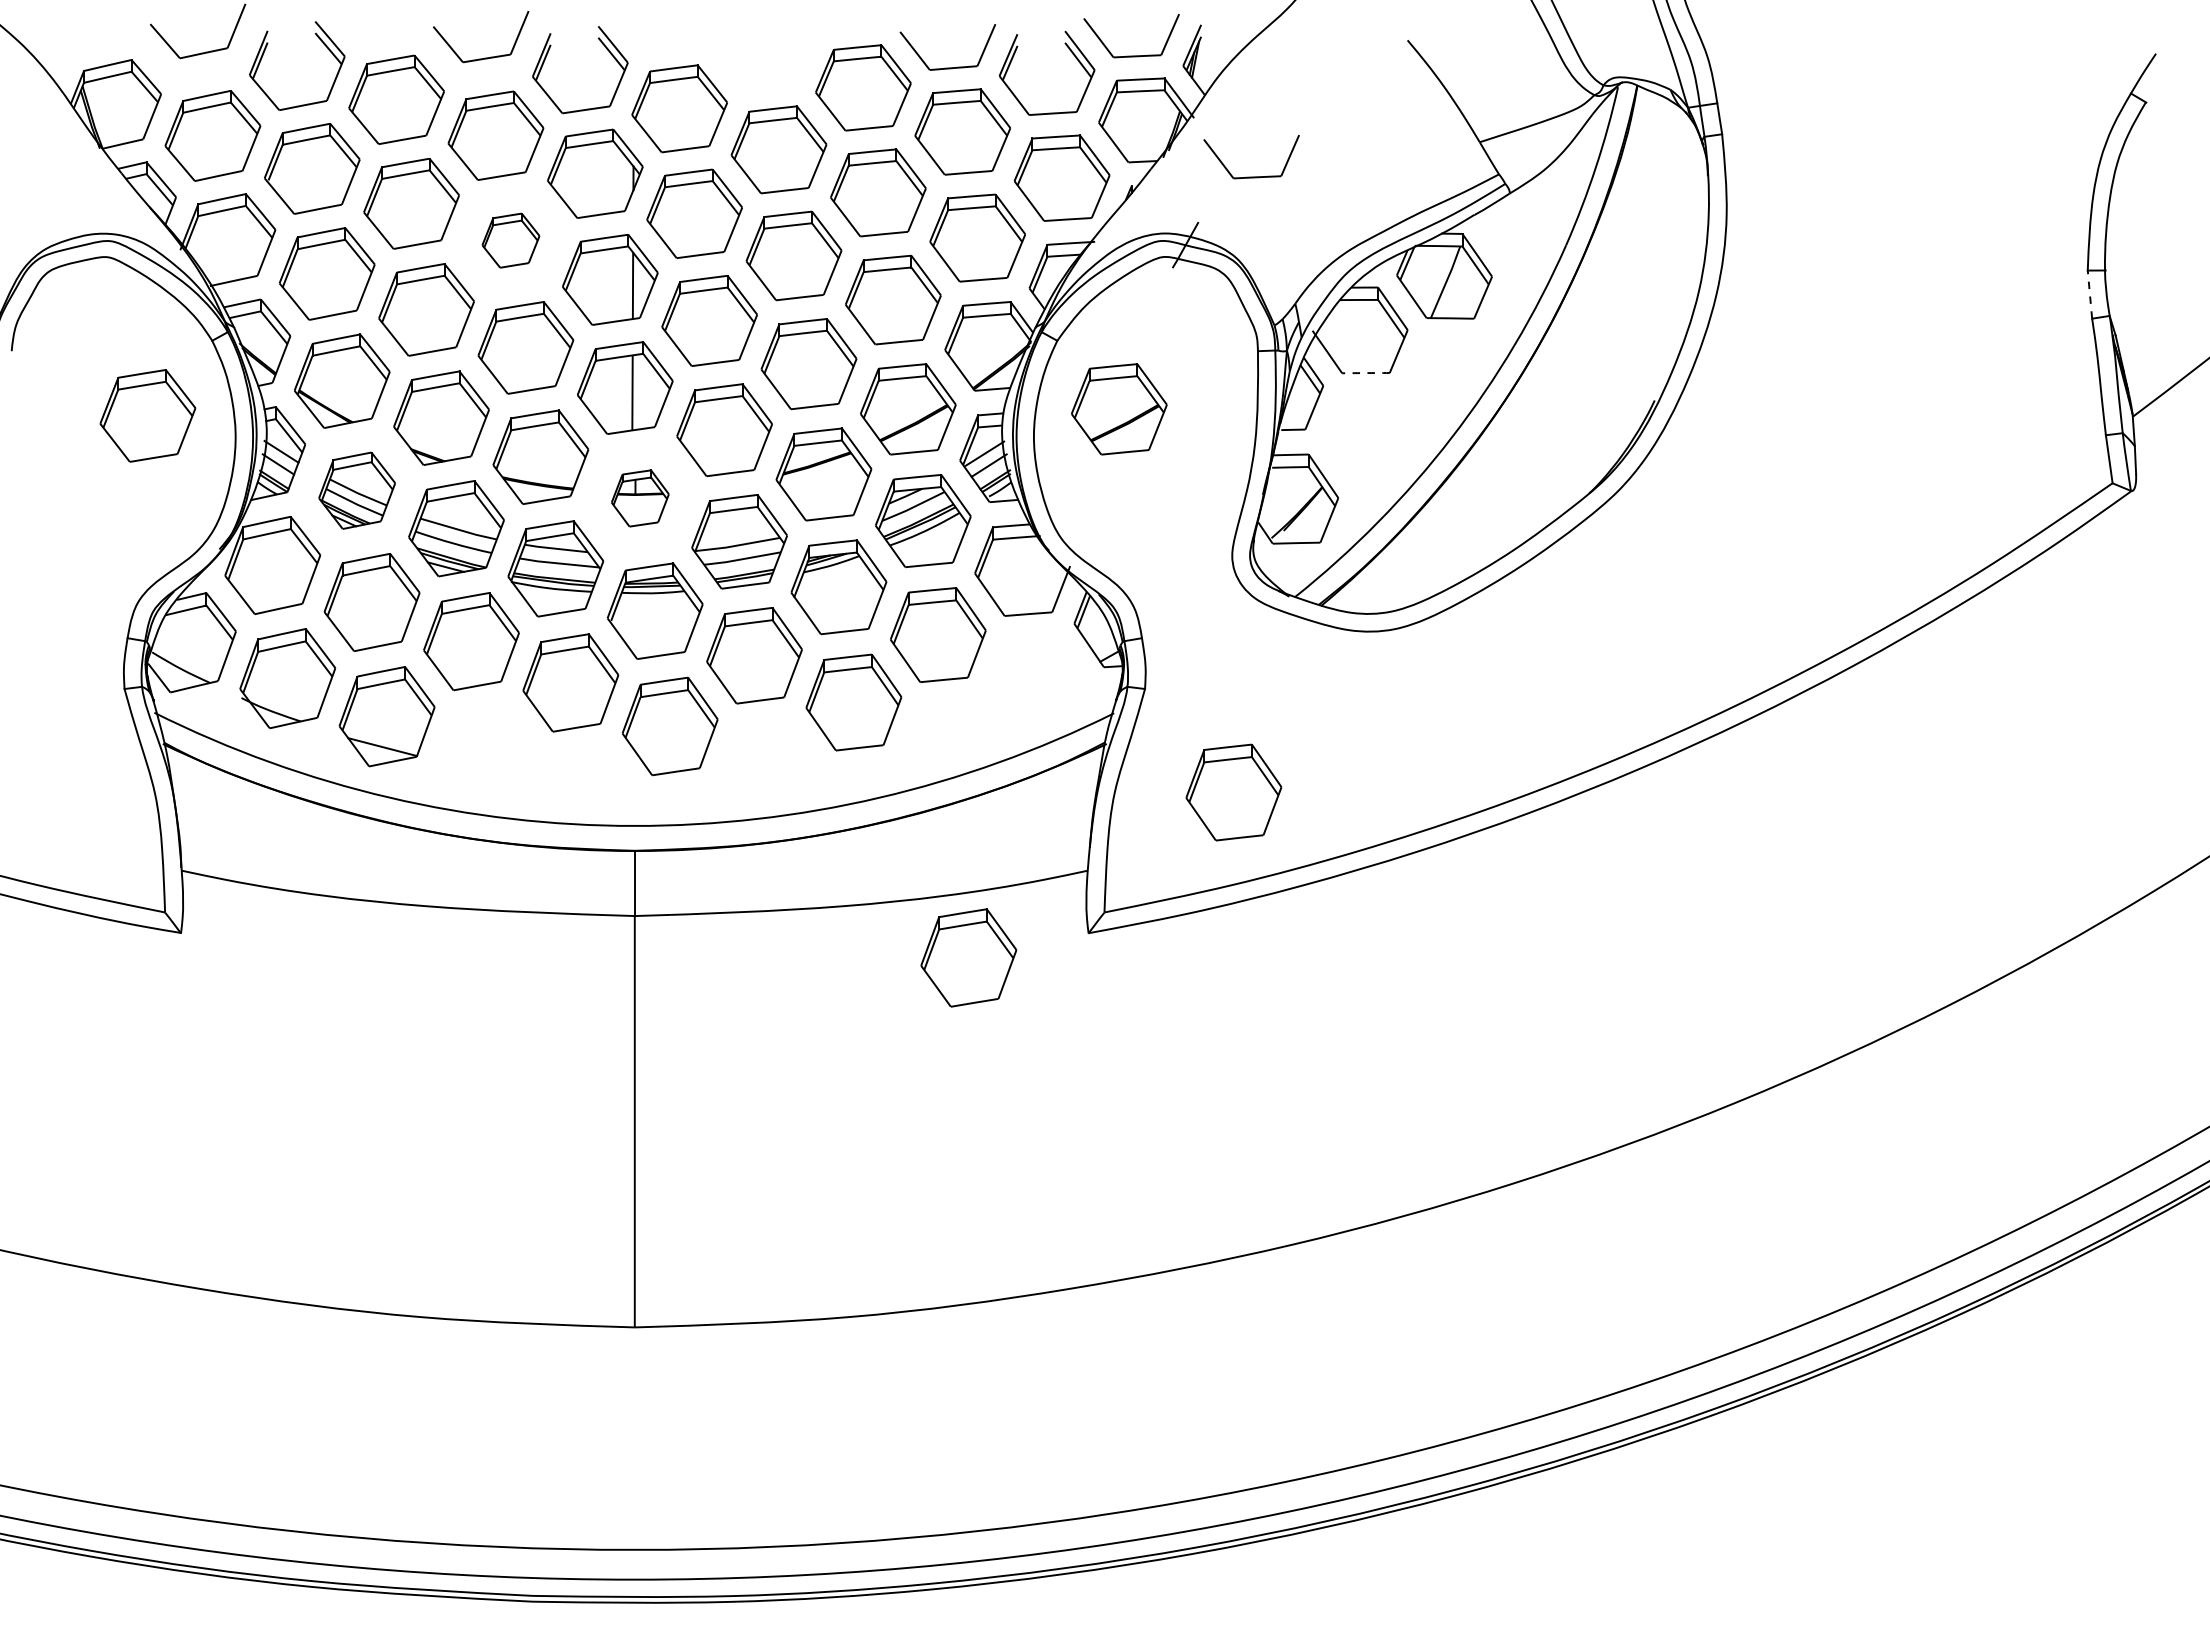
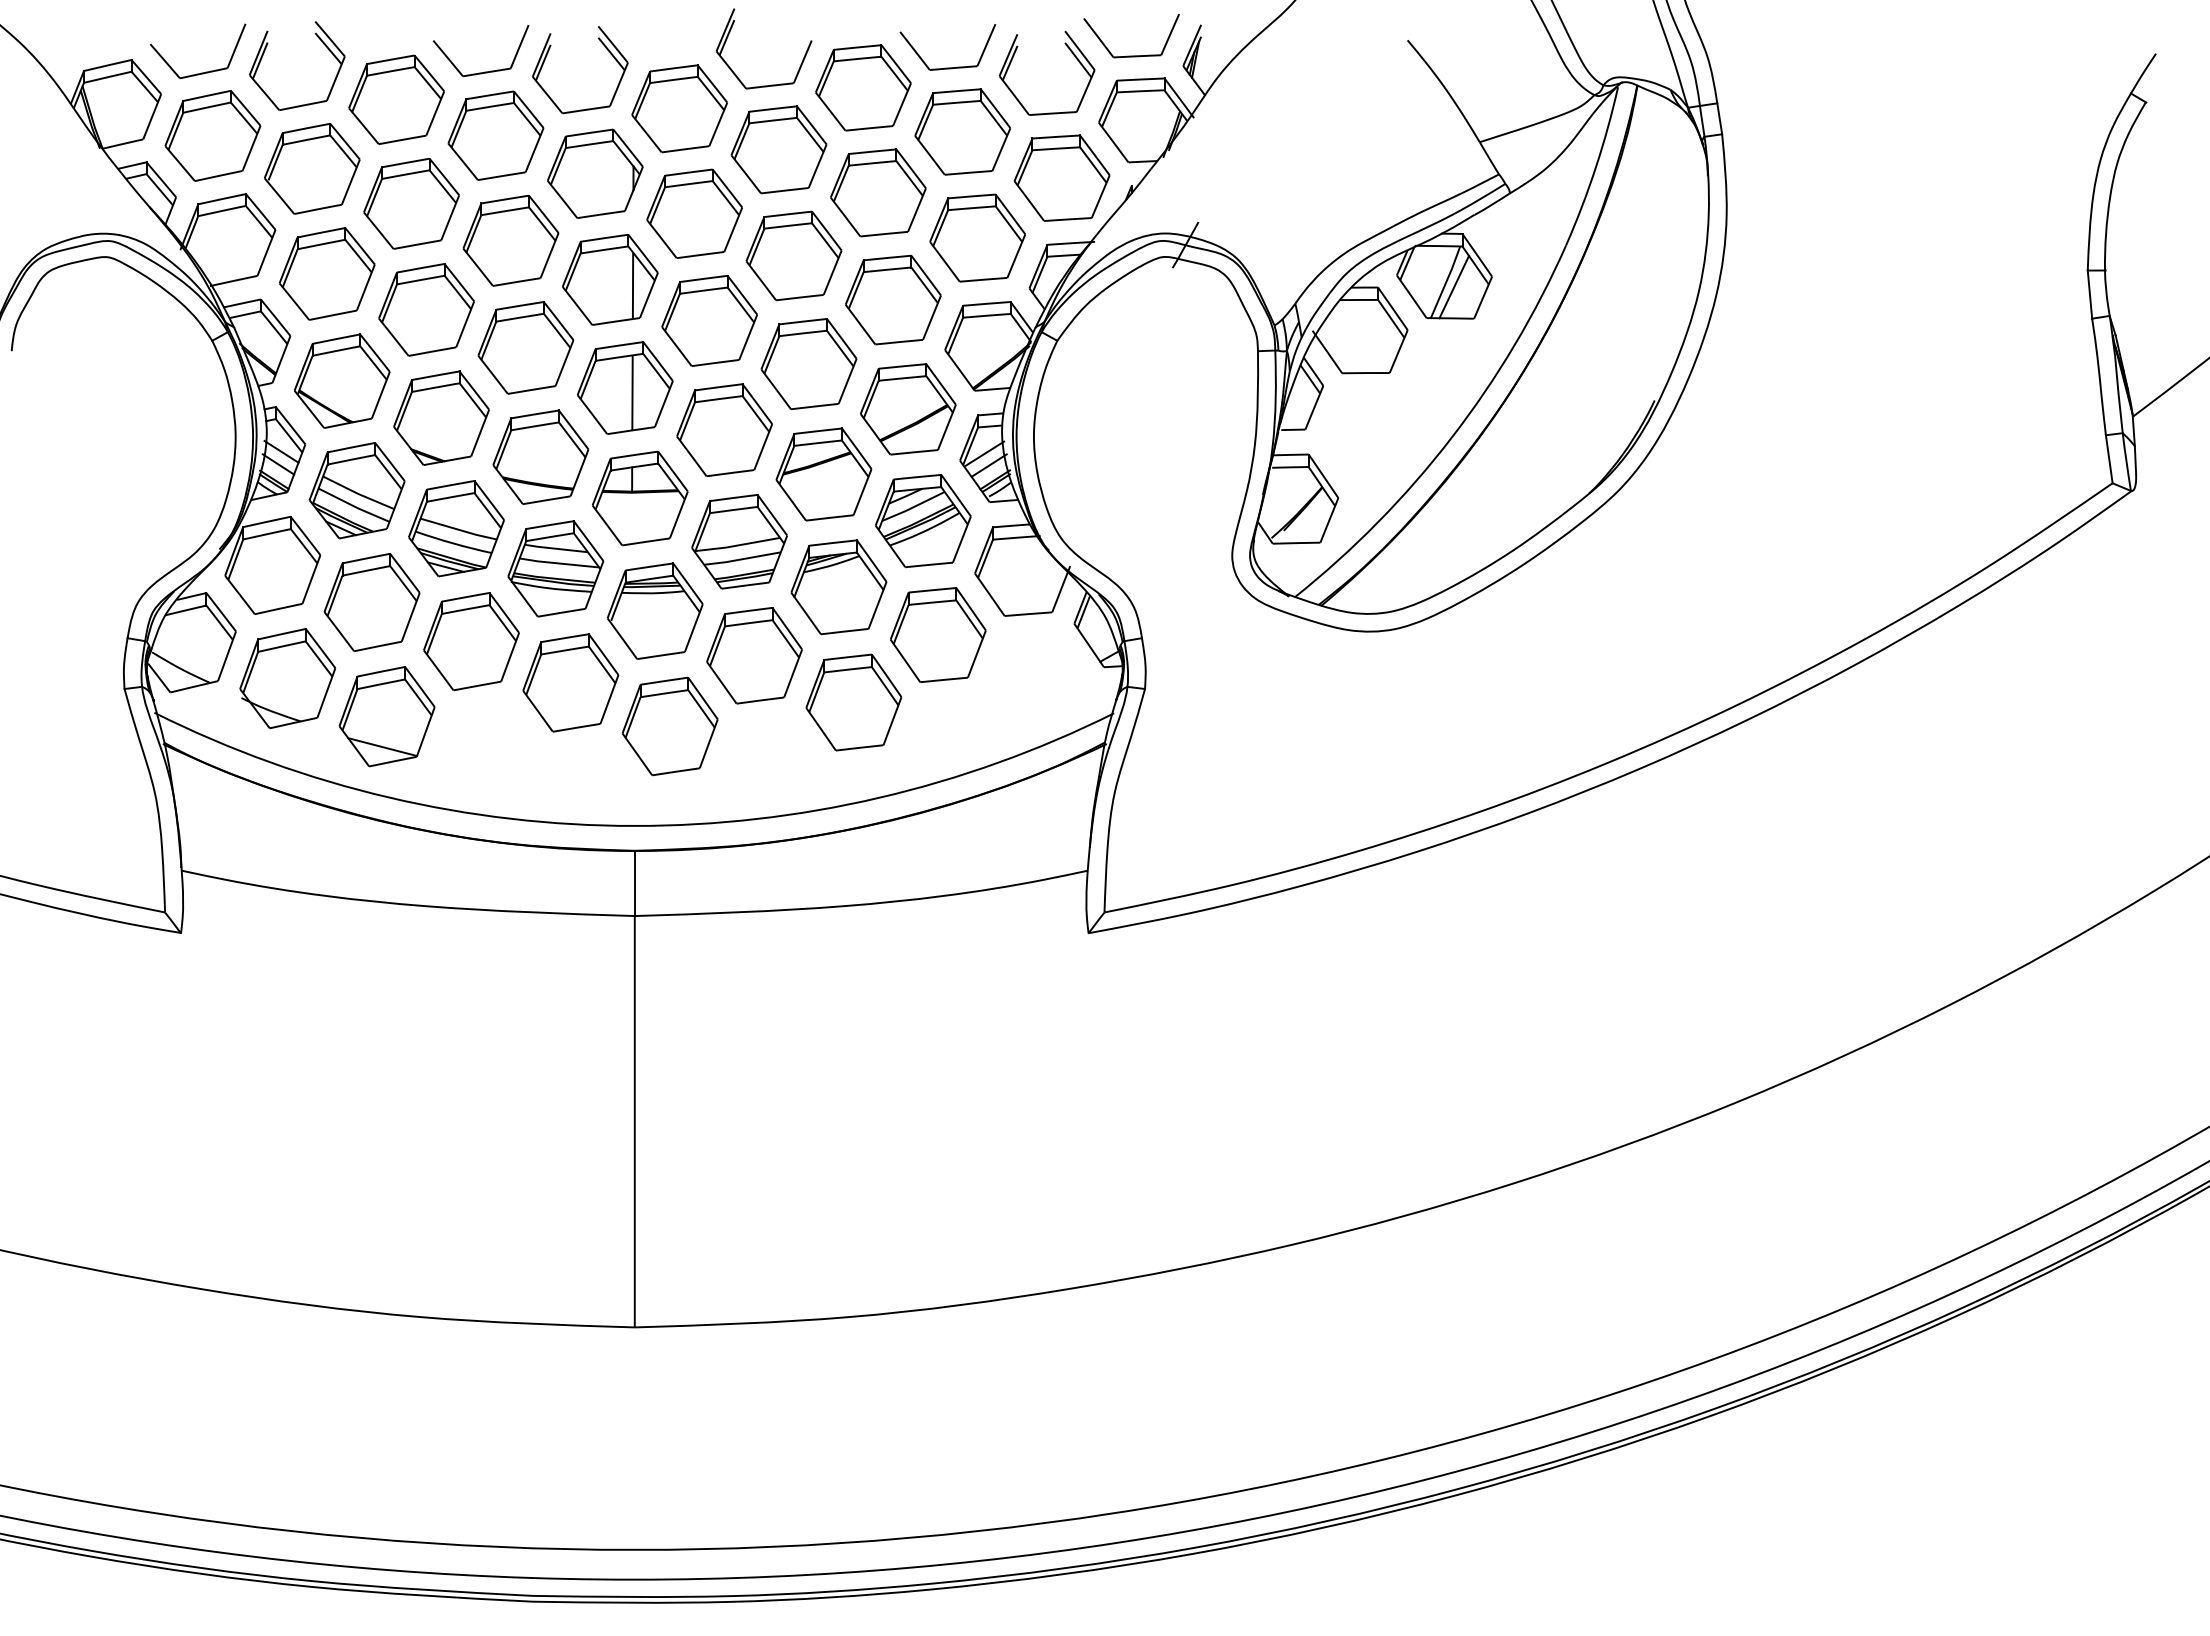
part at (730, 32): none -> present
part at (201, 52) position: (201, 52) -> (201, 72)
part at (484, 57) position: (484, 57) -> (484, 71)
part at (1251, 176): present -> none
part at (510, 240) size: 60x57 px -> 98x93 px
line at (1453, 286): none -> present
line at (2089, 294): dashed -> solid
arc at (1365, 373): dashed -> solid
part at (1119, 409): present -> none
part at (147, 415): present -> none
part at (356, 490) size: 78x79 px -> 98x98 px
part at (640, 498) size: 59x59 px -> 97x97 px
part at (1233, 792): present -> none
part at (968, 957): present -> none
